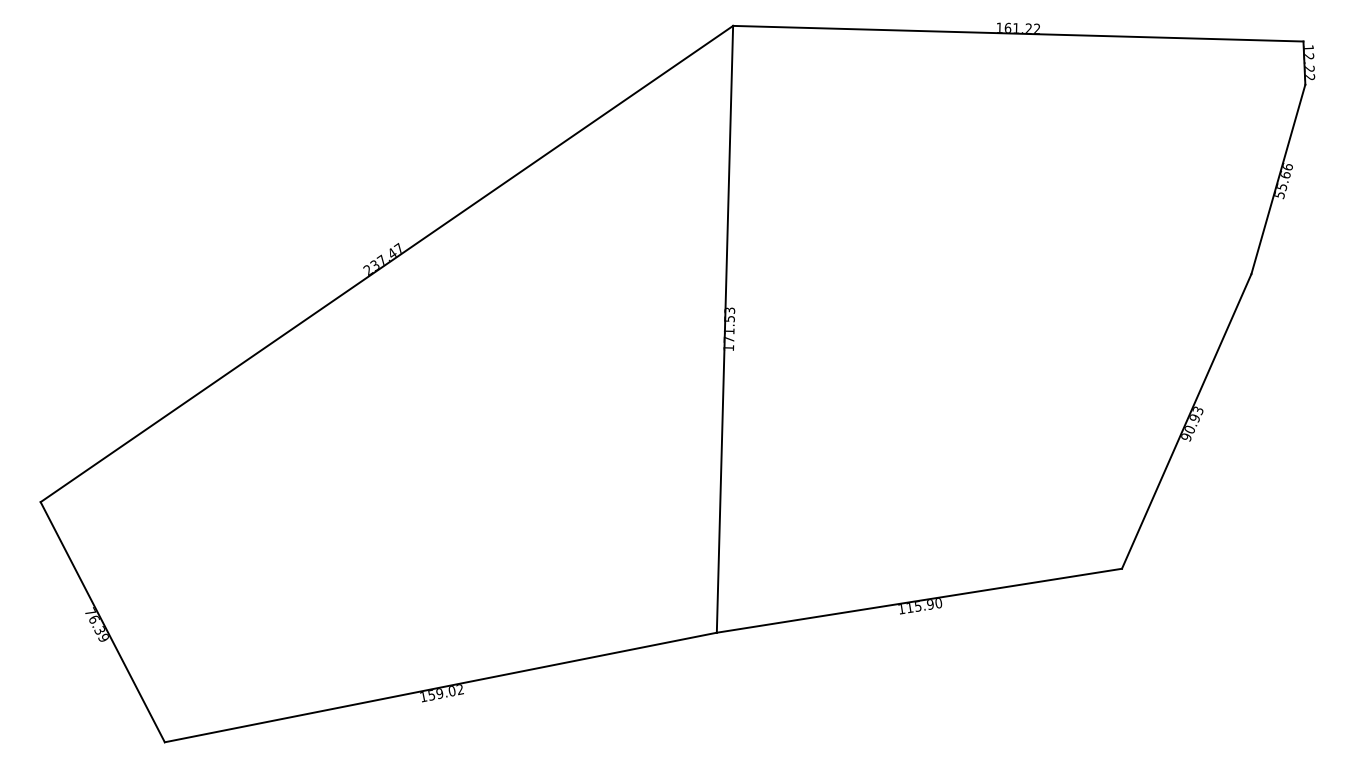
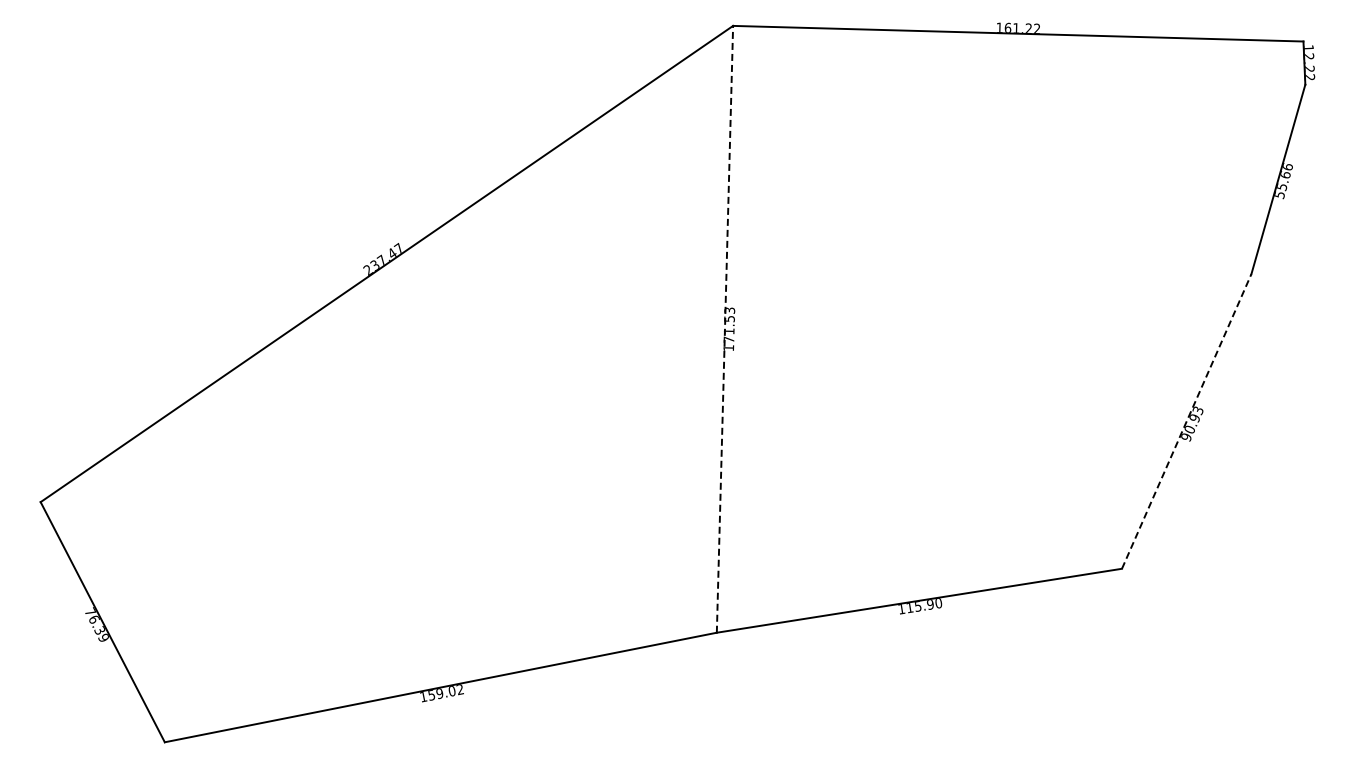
line at (724, 329): solid -> dashed
line at (1186, 421): solid -> dashed
